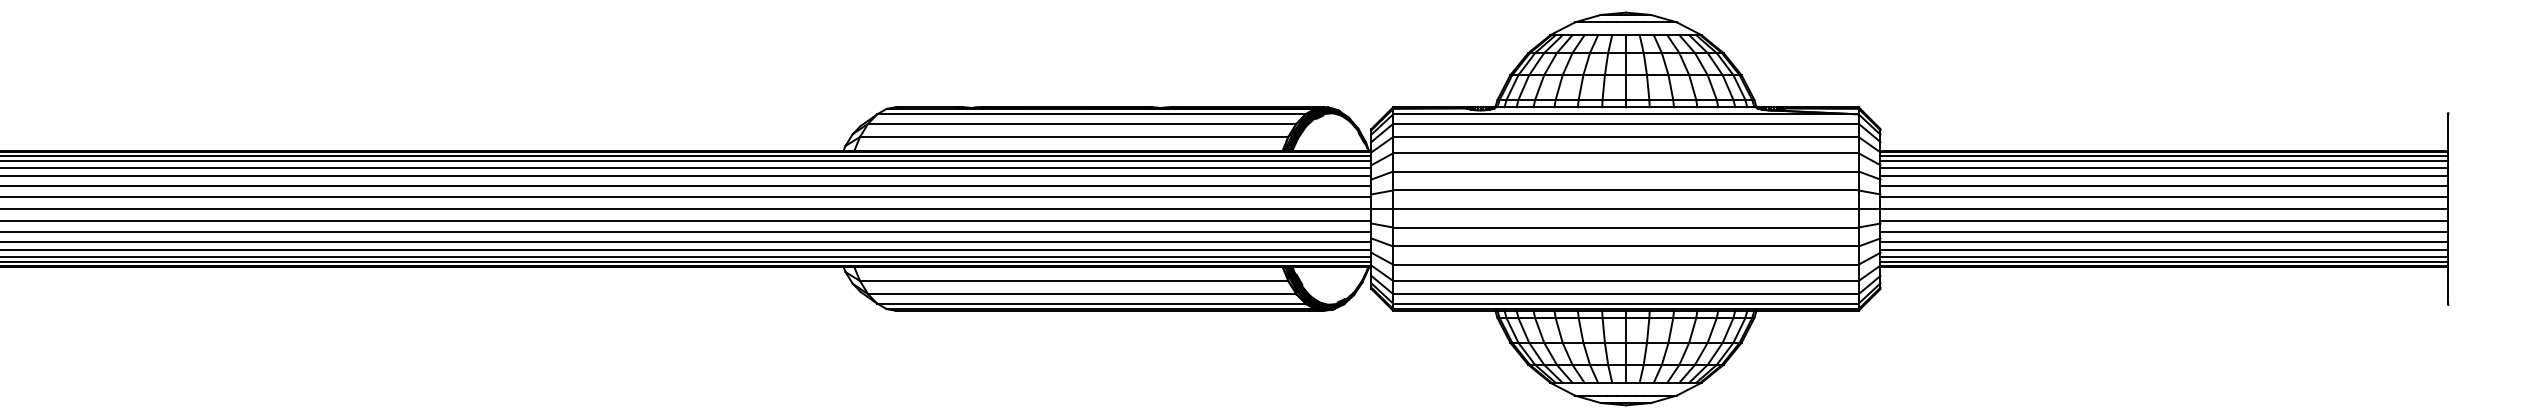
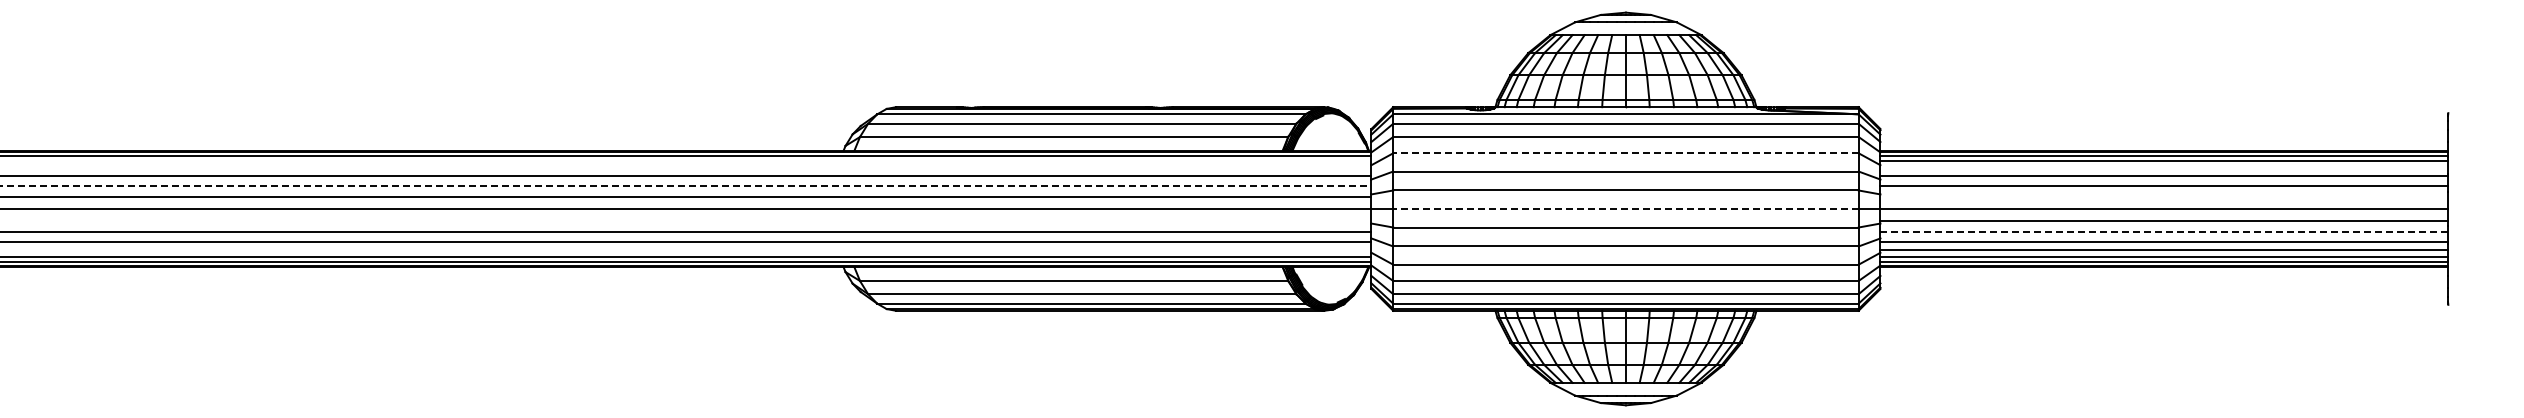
line at (1625, 153): solid -> dashed
line at (686, 161): present -> none
line at (686, 167): present -> none
line at (2164, 167): present -> none
line at (686, 185): solid -> dashed
line at (2164, 197): present -> none
line at (1625, 209): solid -> dashed
line at (686, 220): present -> none
line at (2164, 232): solid -> dashed
line at (686, 250): present -> none
